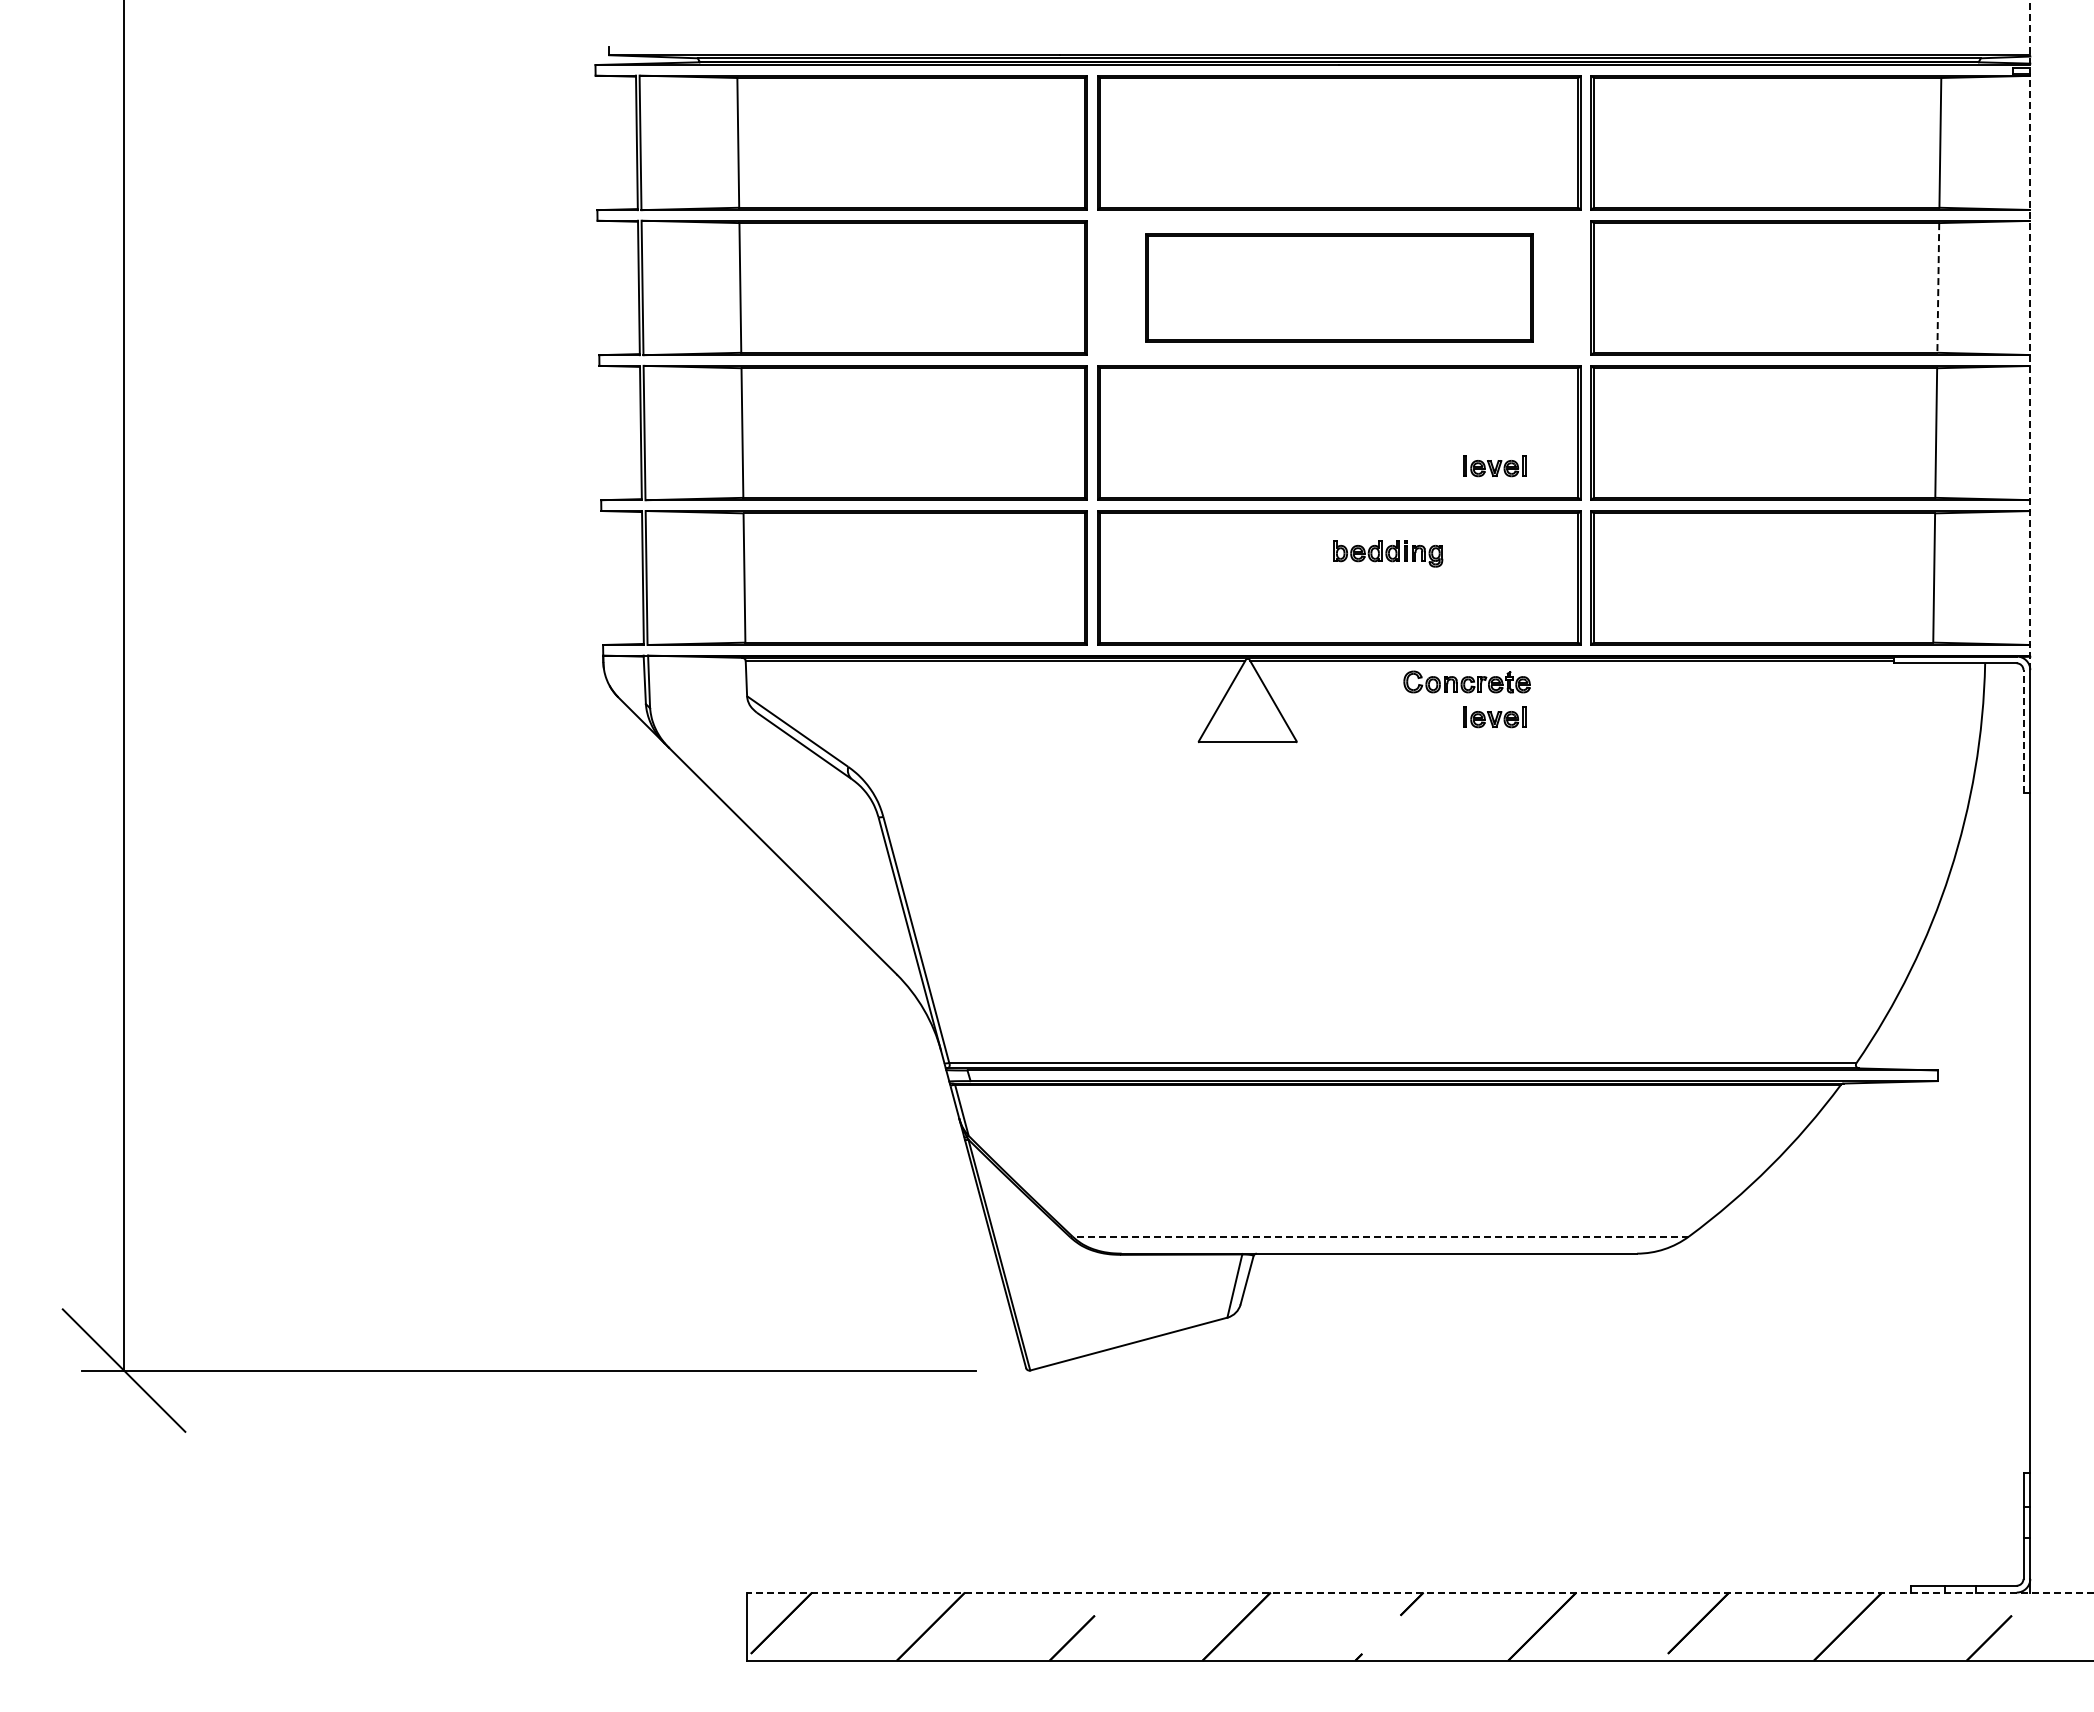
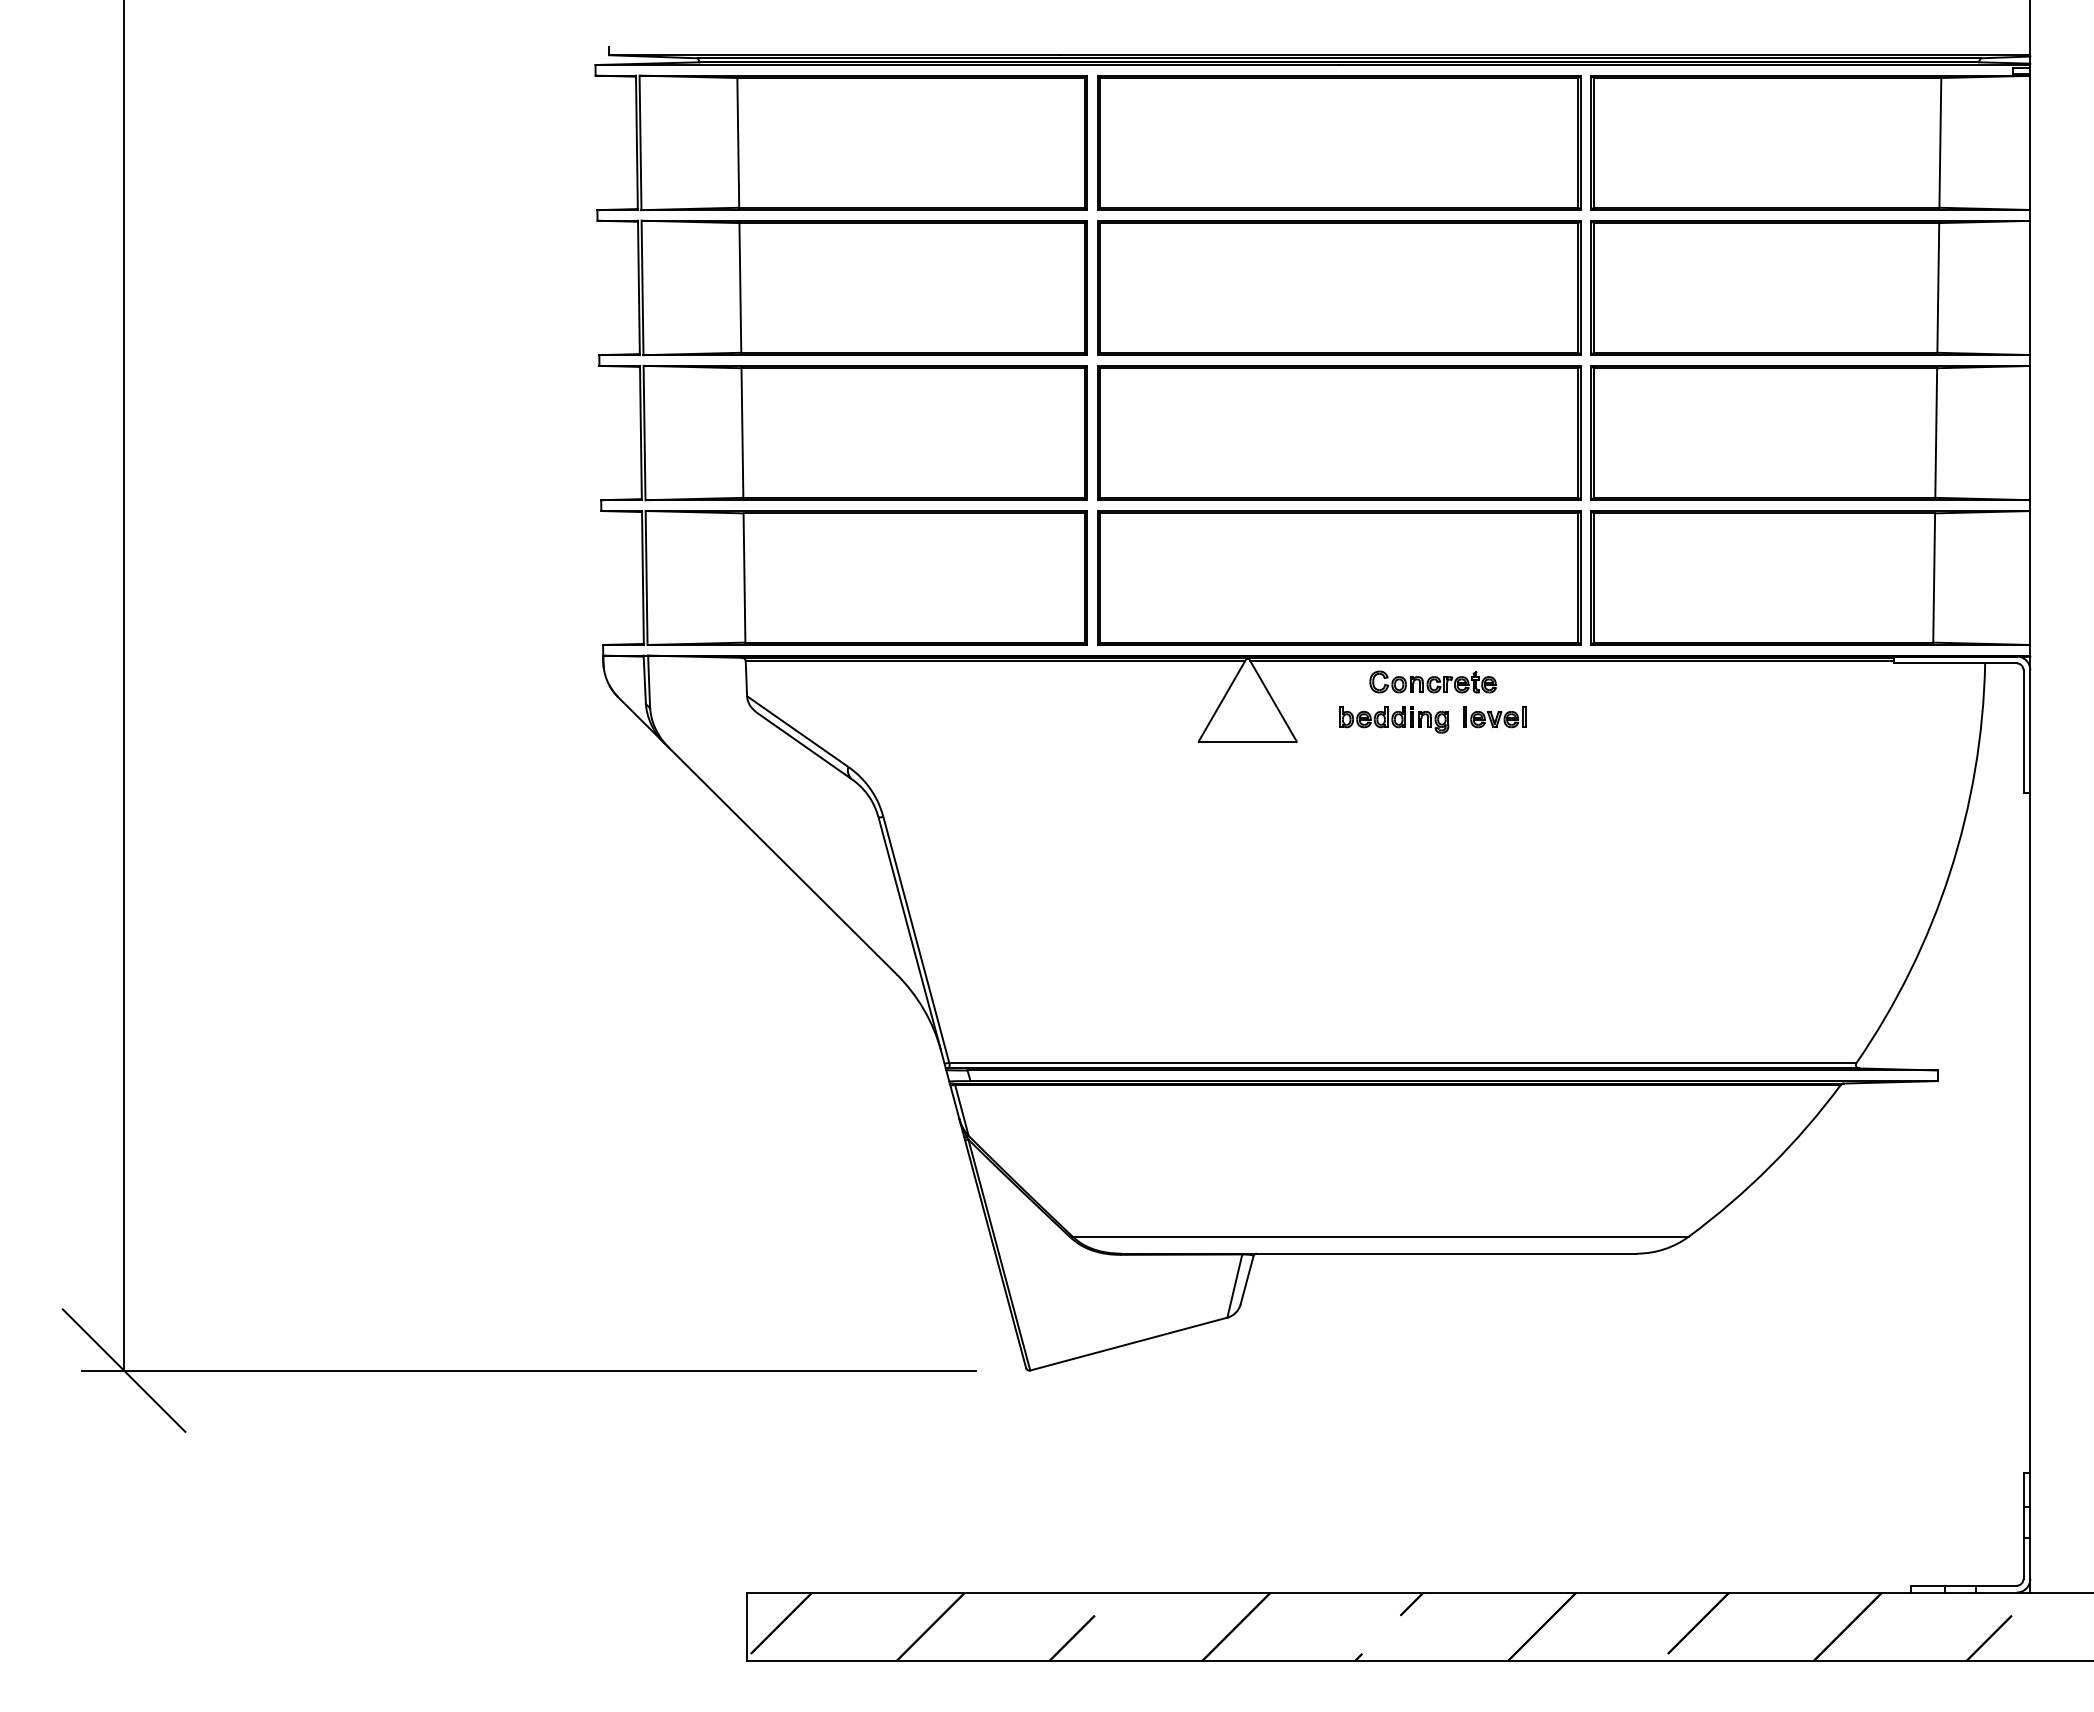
part at (1339, 287) size: 389x110 px -> 485x136 px
line at (1938, 287): dashed -> solid
line at (2030, 335): dashed -> solid
part at (1494, 466): present -> none
part at (1388, 553) position: (1388, 553) -> (1394, 719)
part at (1466, 681) position: (1466, 681) -> (1432, 681)
line at (2023, 730): dashed -> solid
line at (1380, 1236): dashed -> solid
line at (1420, 1592): dashed -> solid
